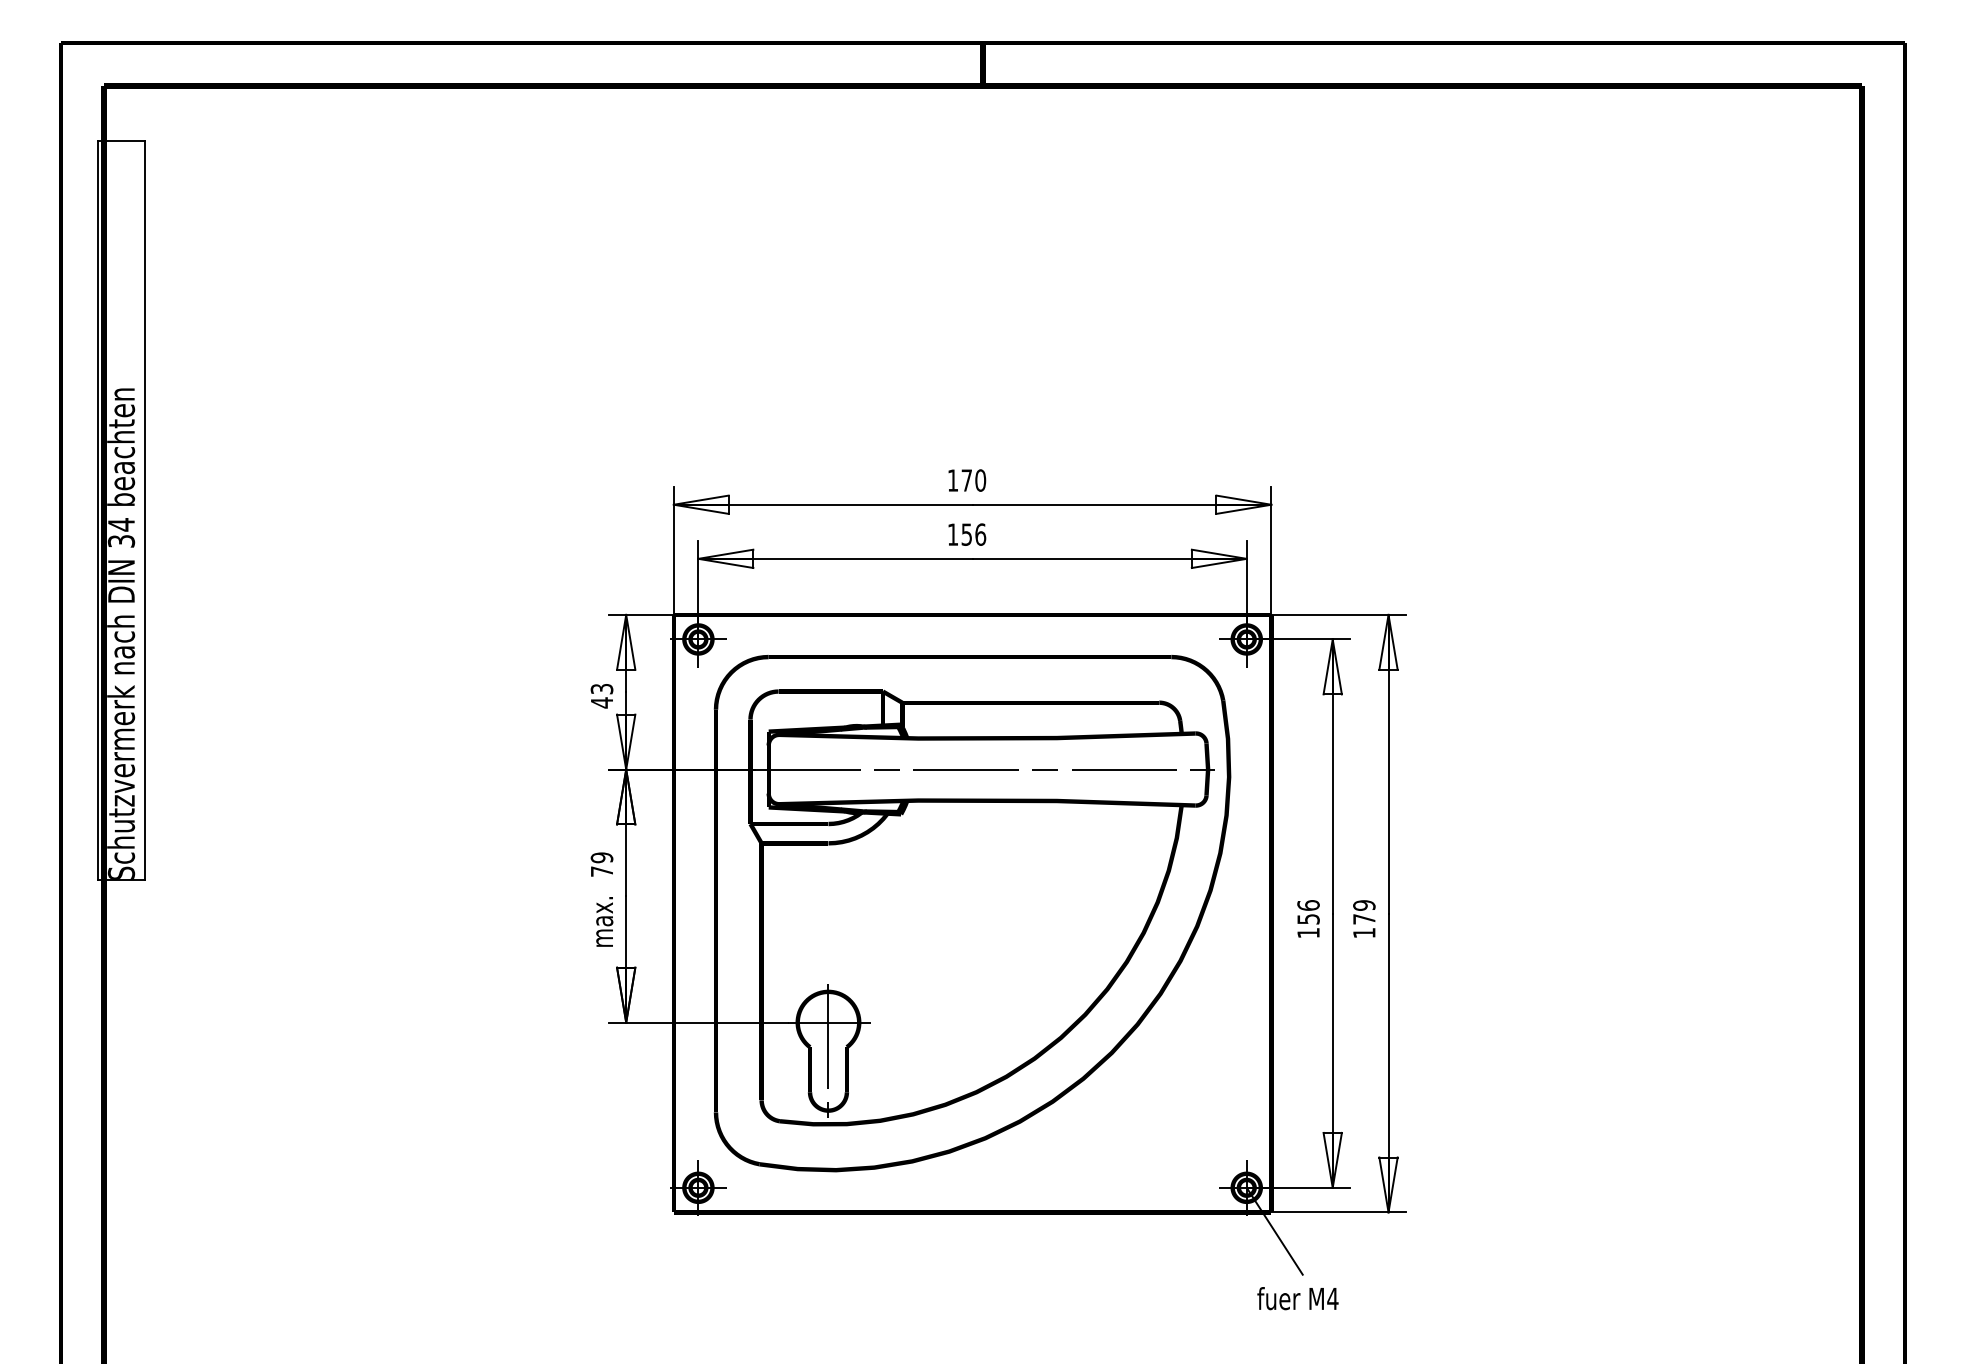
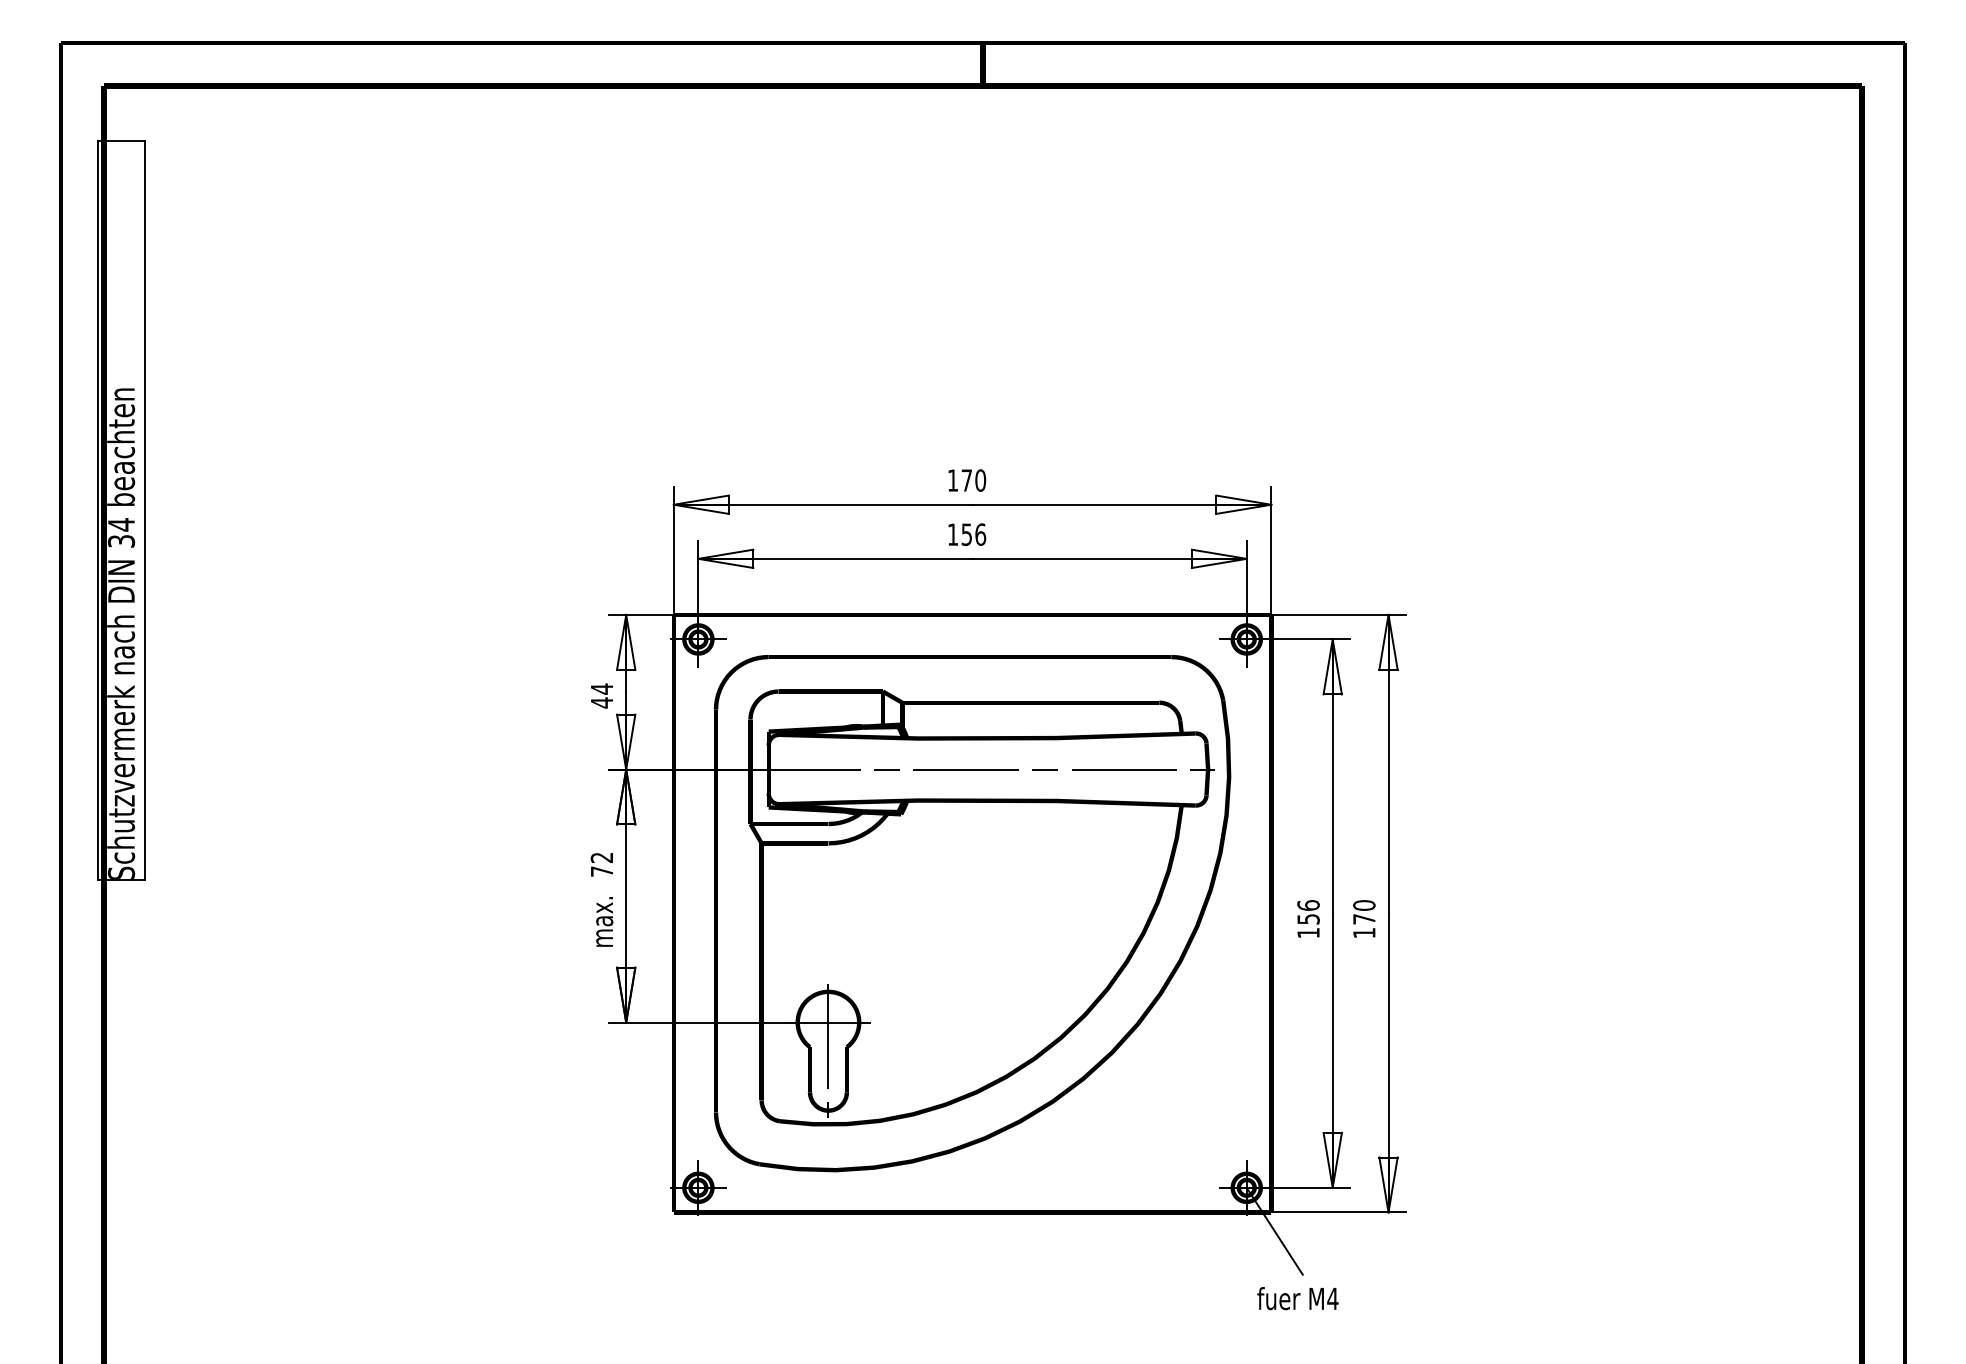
text at (601, 688): 43 -> 44
text at (601, 857): 79 -> 72
text at (1364, 905): 179 -> 170
